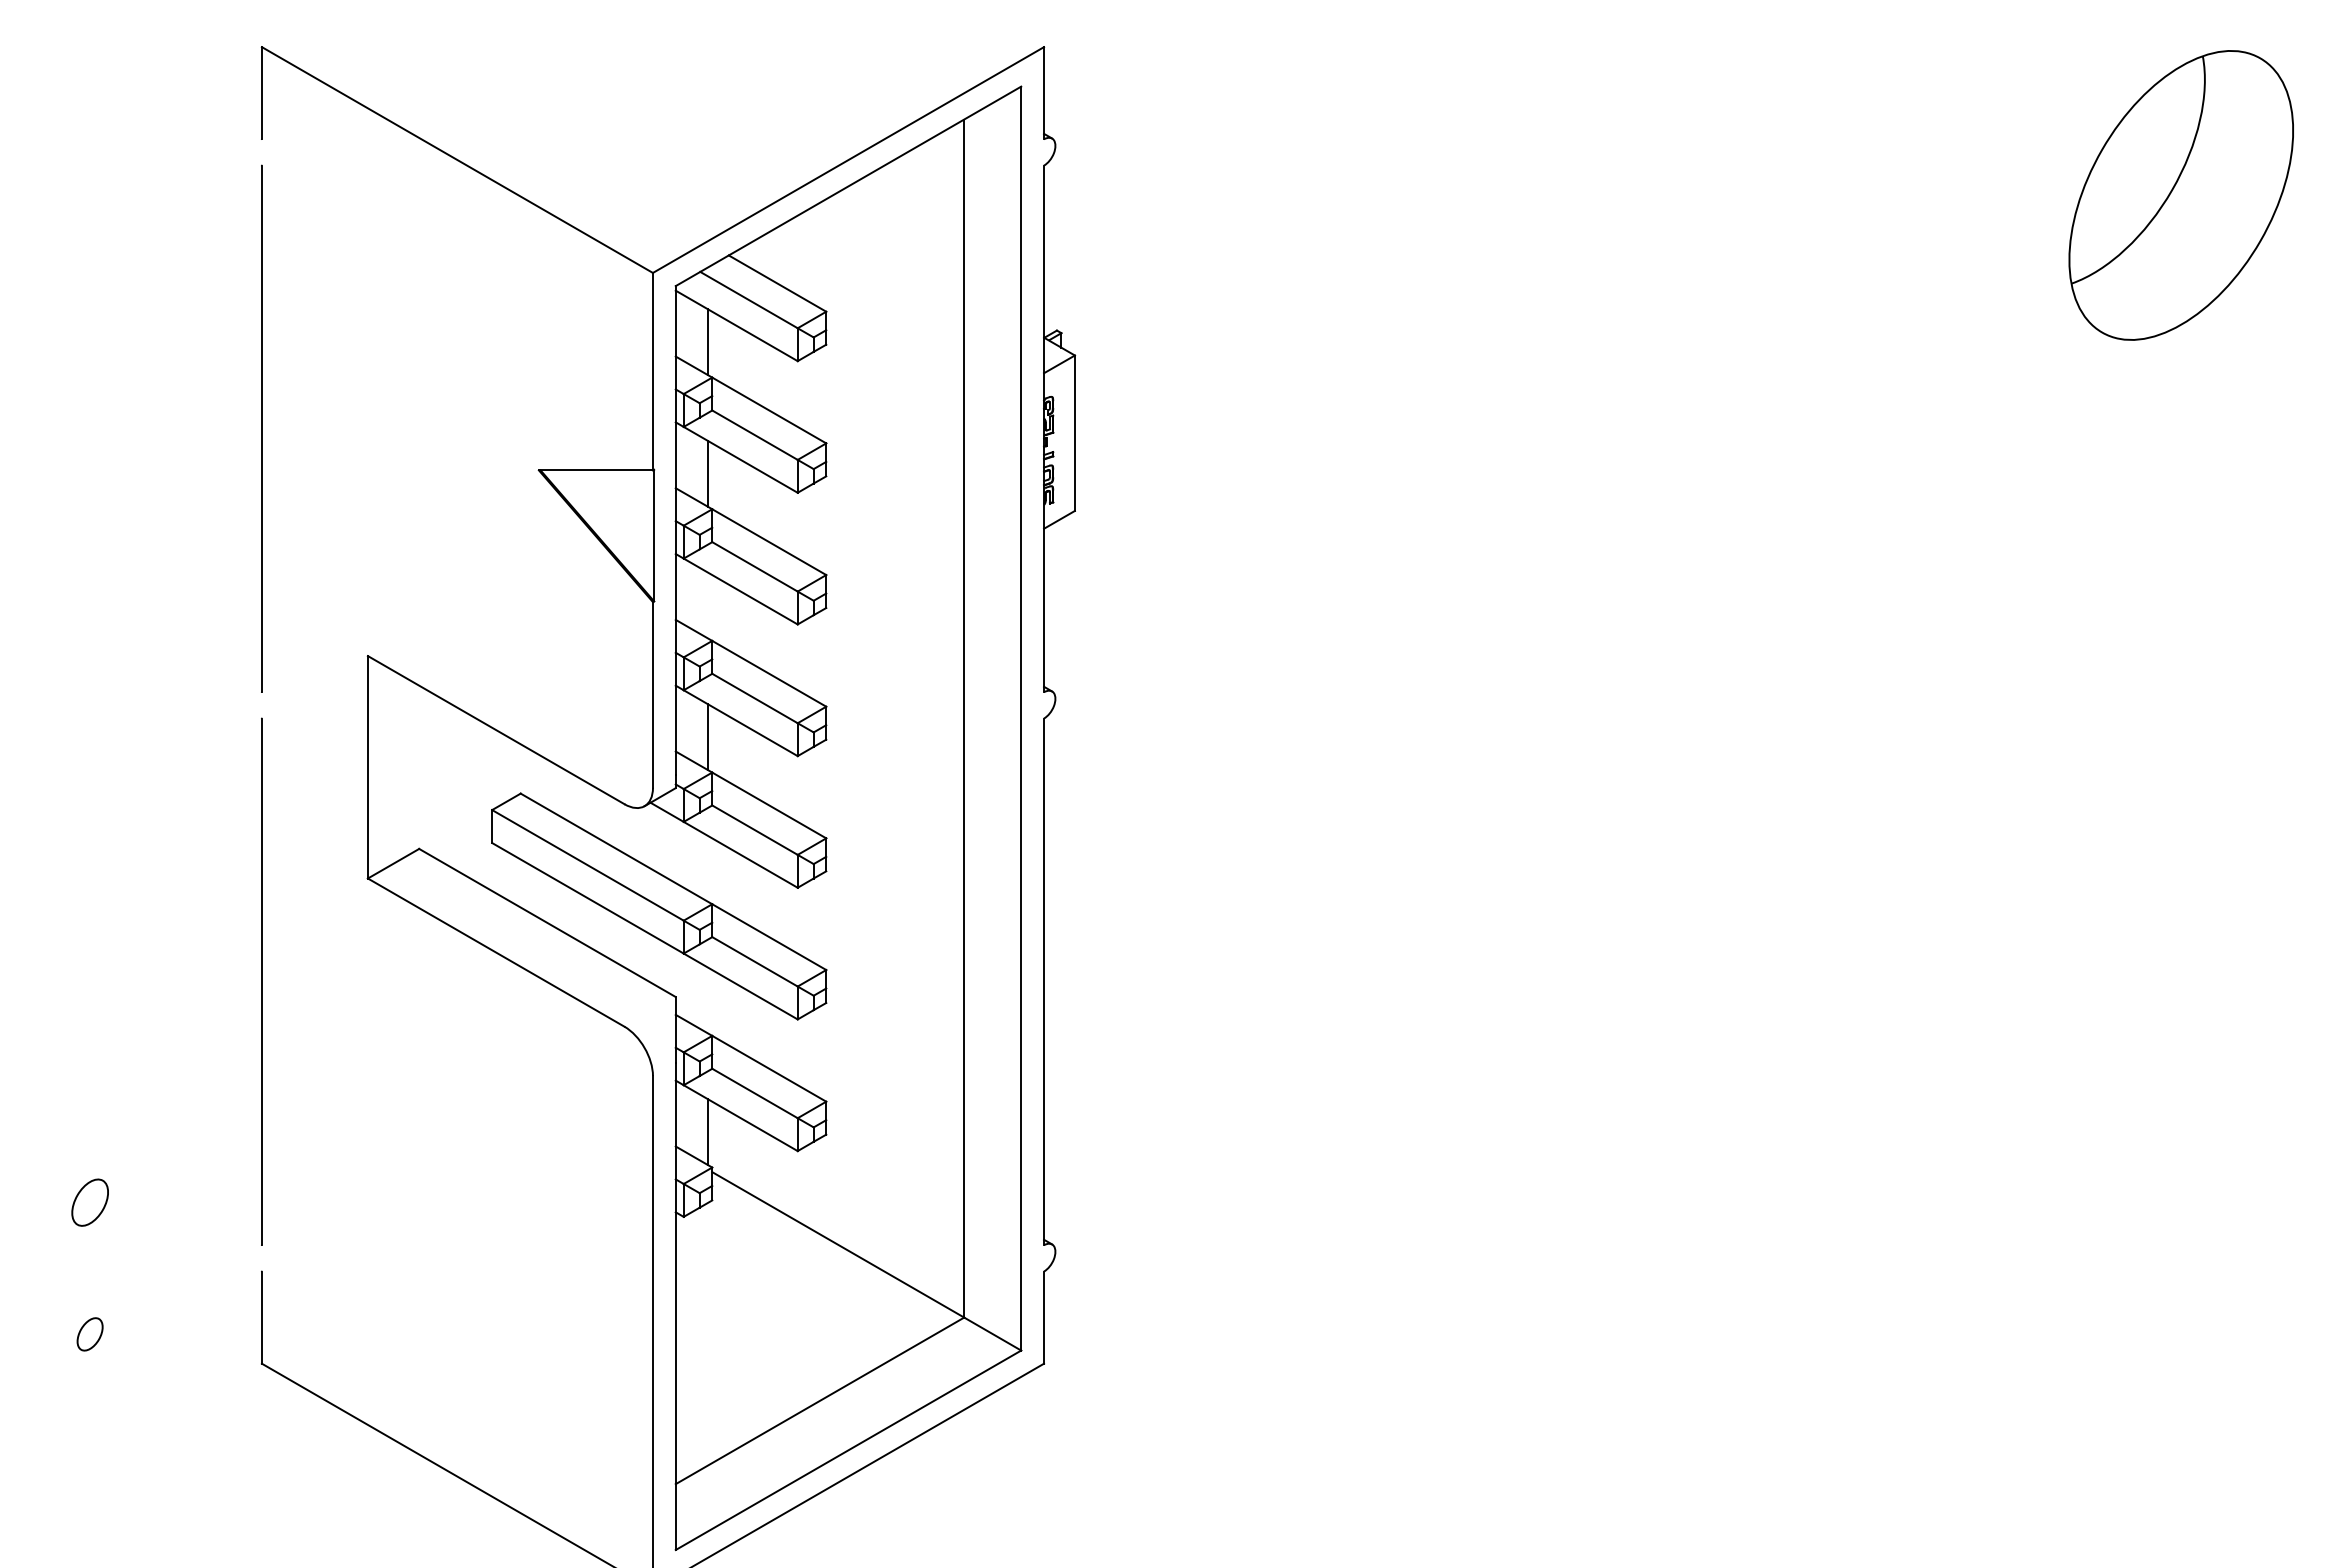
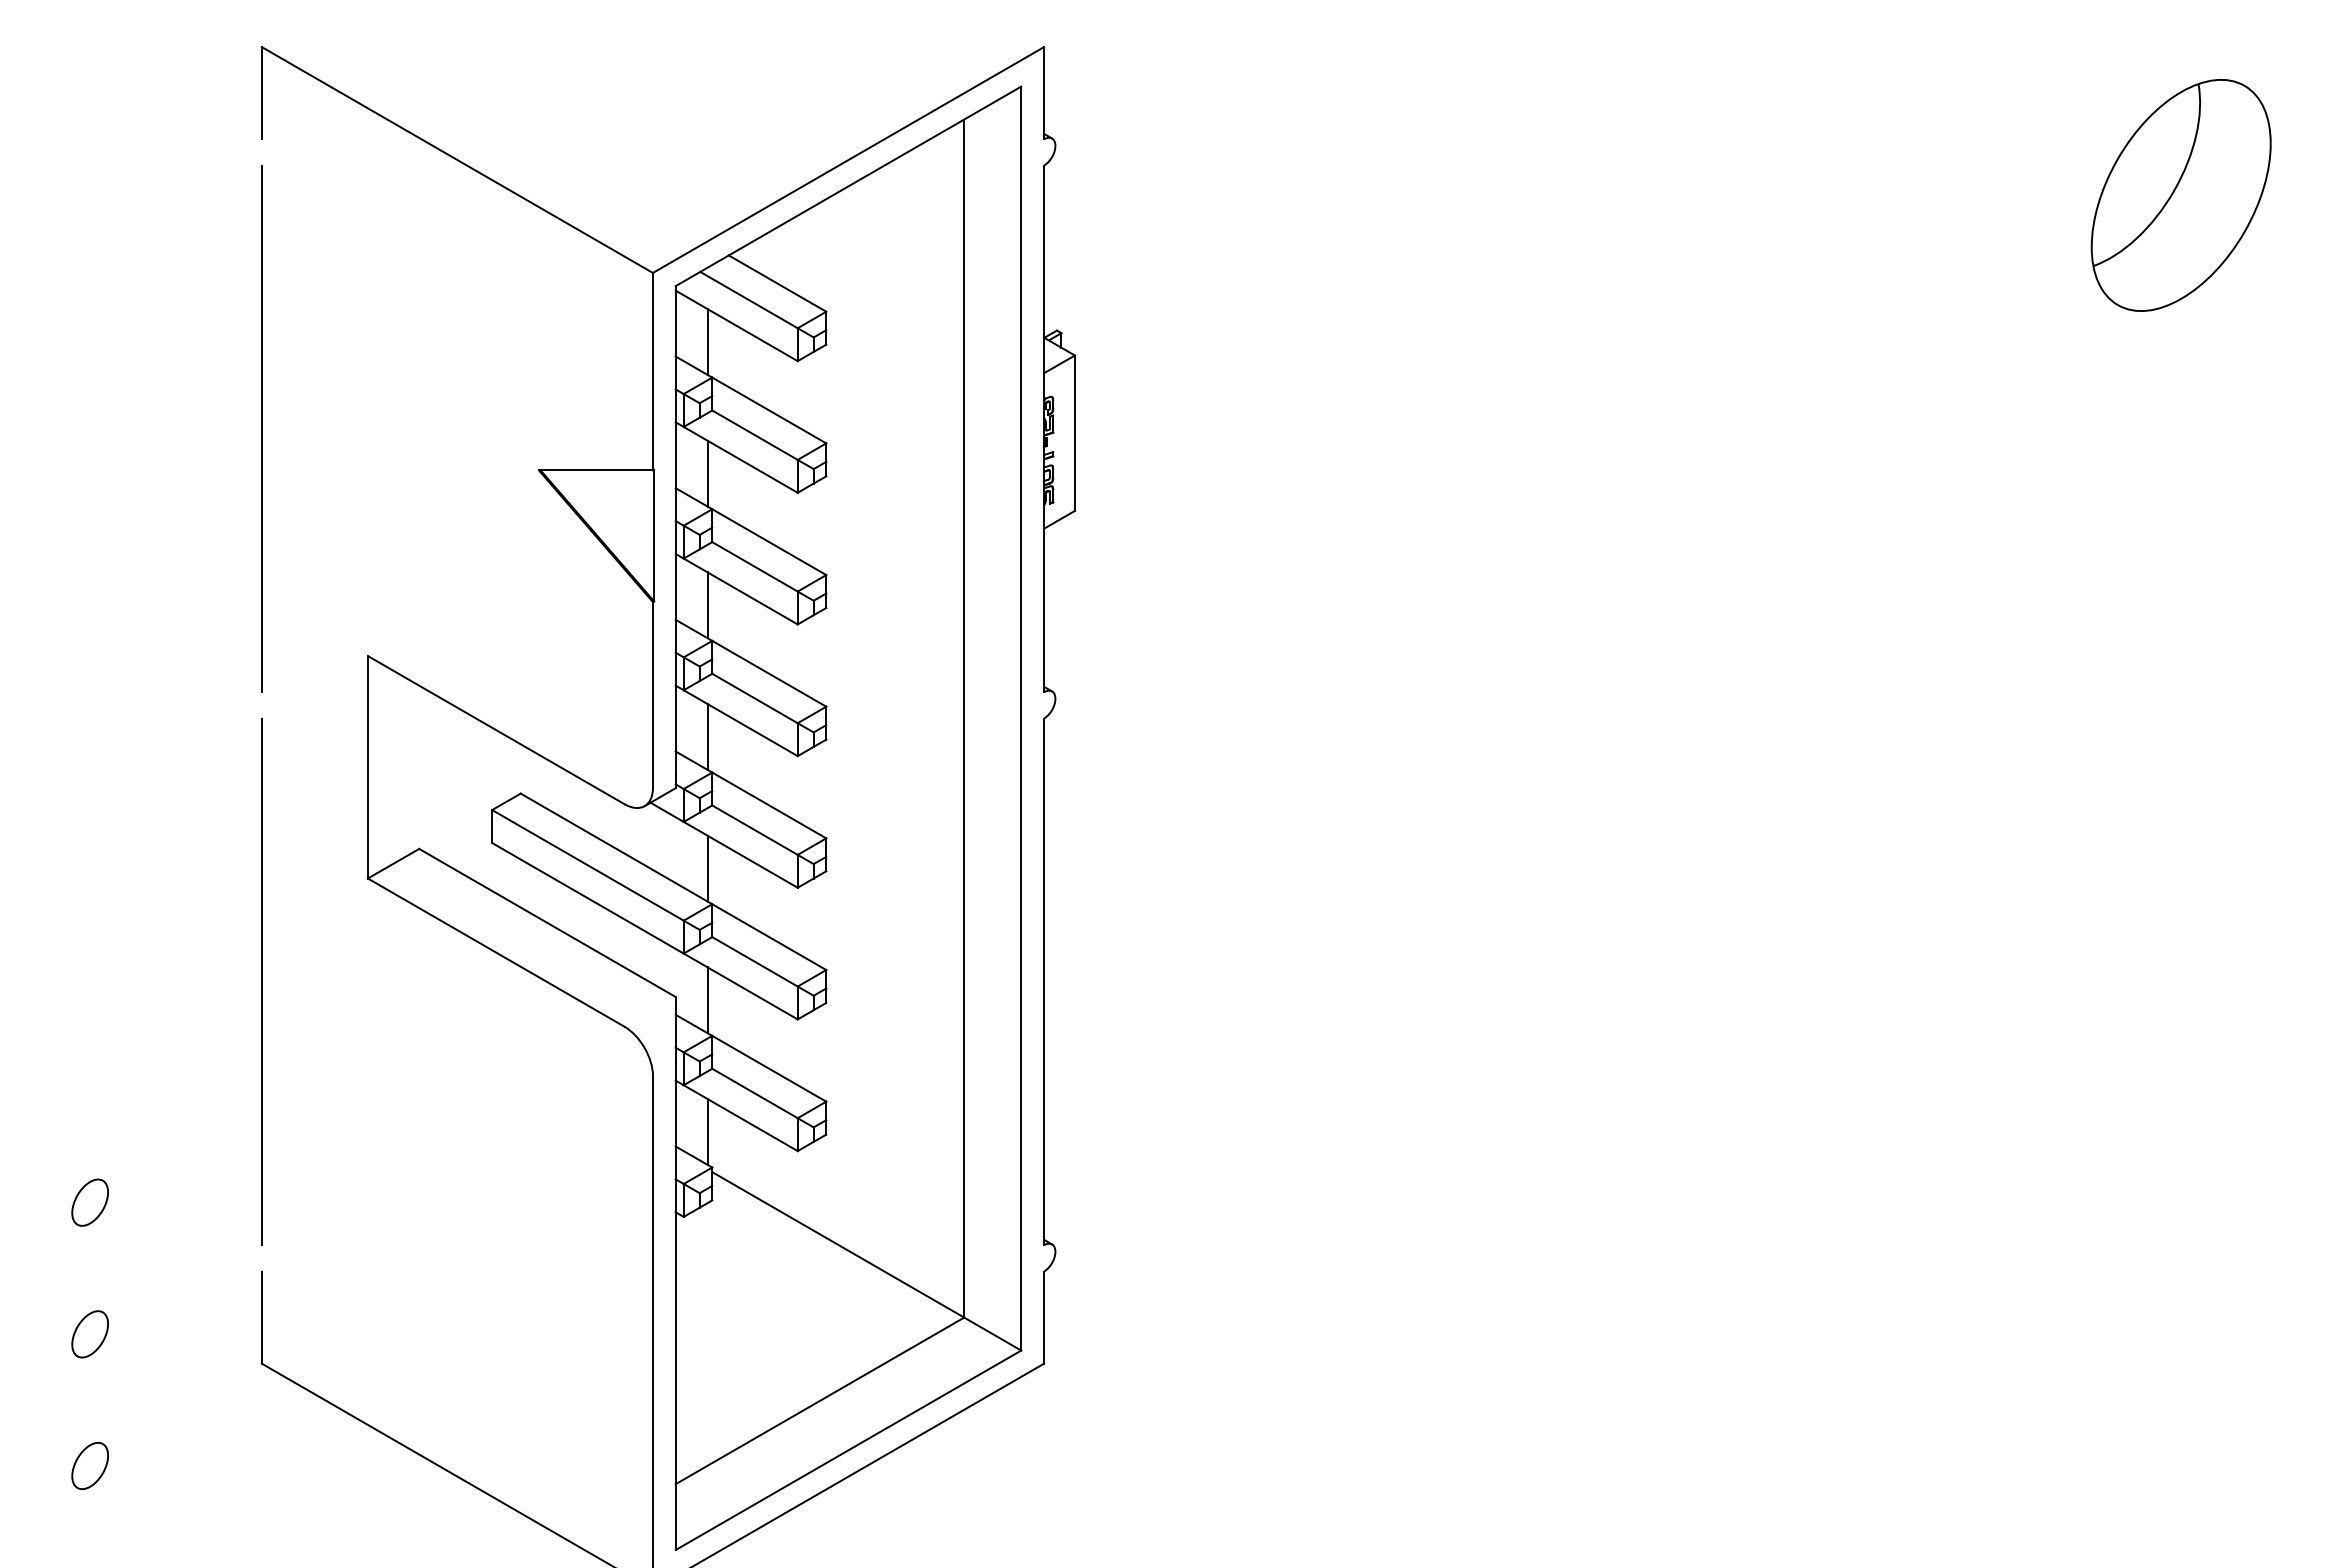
part at (2180, 195) size: 226x291 px -> 182x233 px
line at (707, 605): none -> present
line at (707, 868): none -> present
line at (707, 1000): none -> present
part at (89, 1334) size: 28x35 px -> 38x49 px
part at (89, 1465): none -> present
